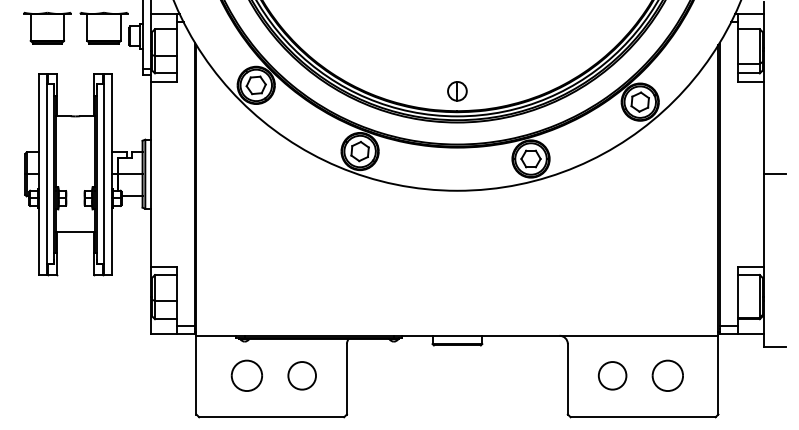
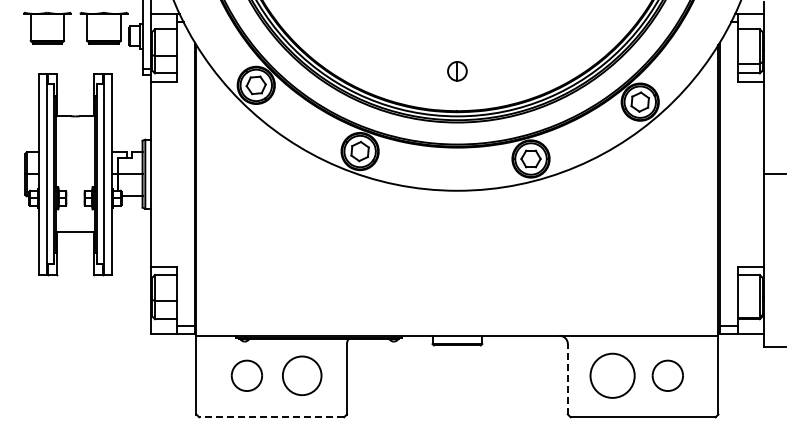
part at (457, 91) position: (457, 91) -> (457, 71)
circle at (302, 375) diameter: 28 px -> 39 px
circle at (612, 375) diameter: 28 px -> 44 px
line at (567, 378): solid -> dashed
line at (271, 417): solid -> dashed
